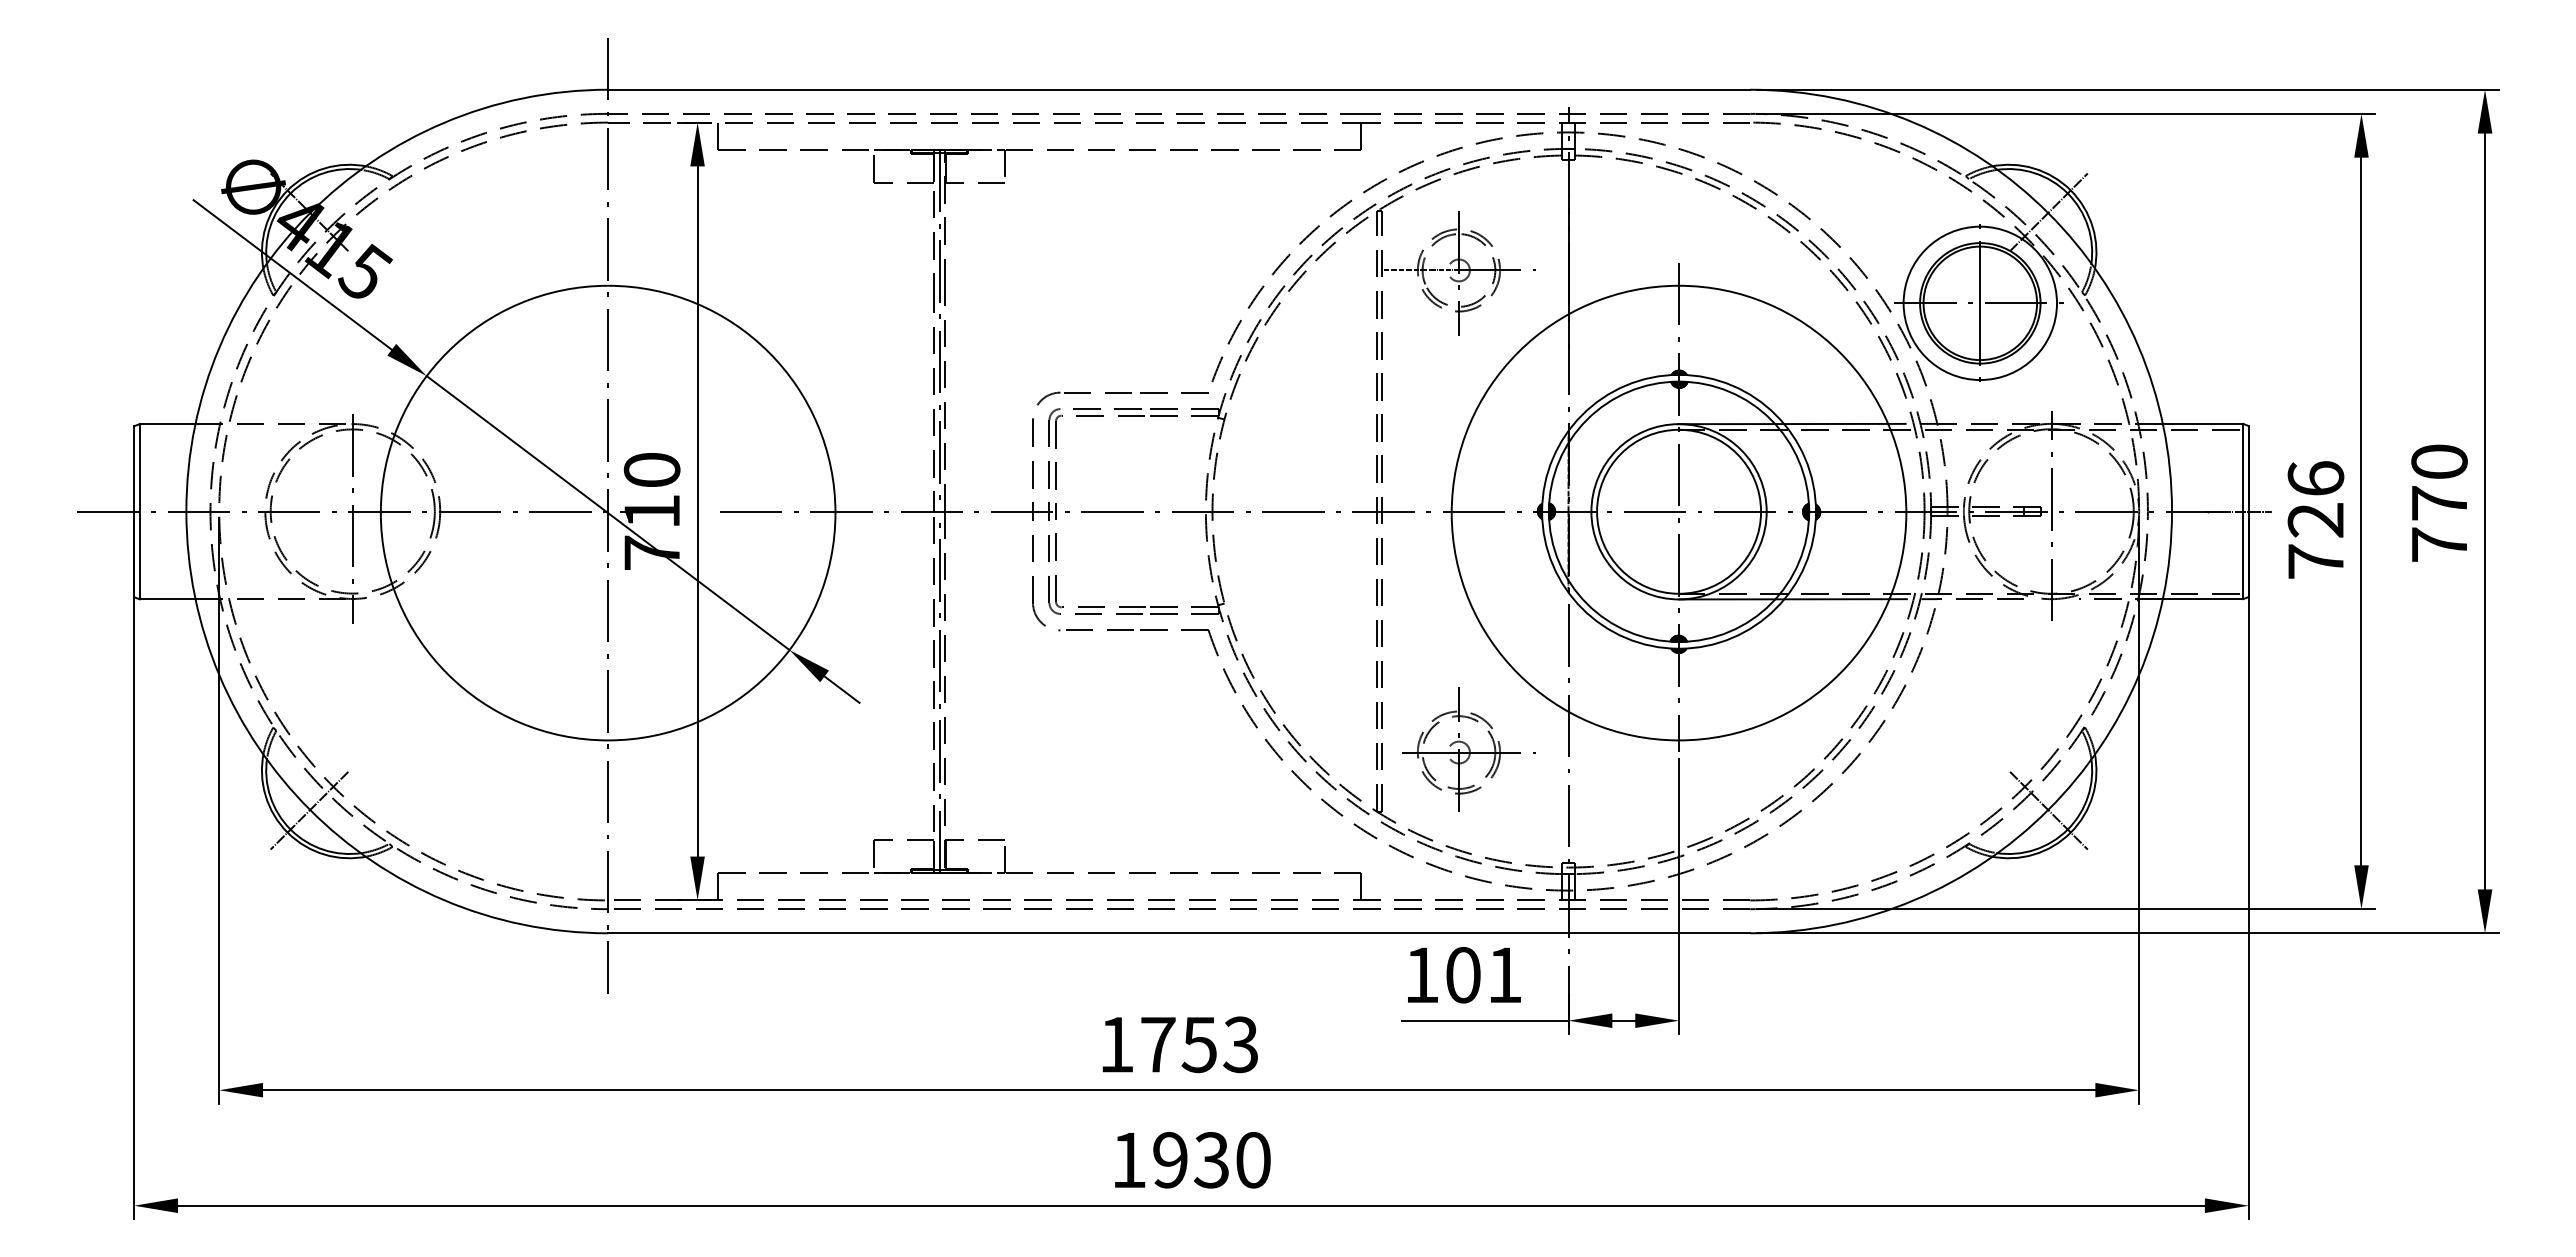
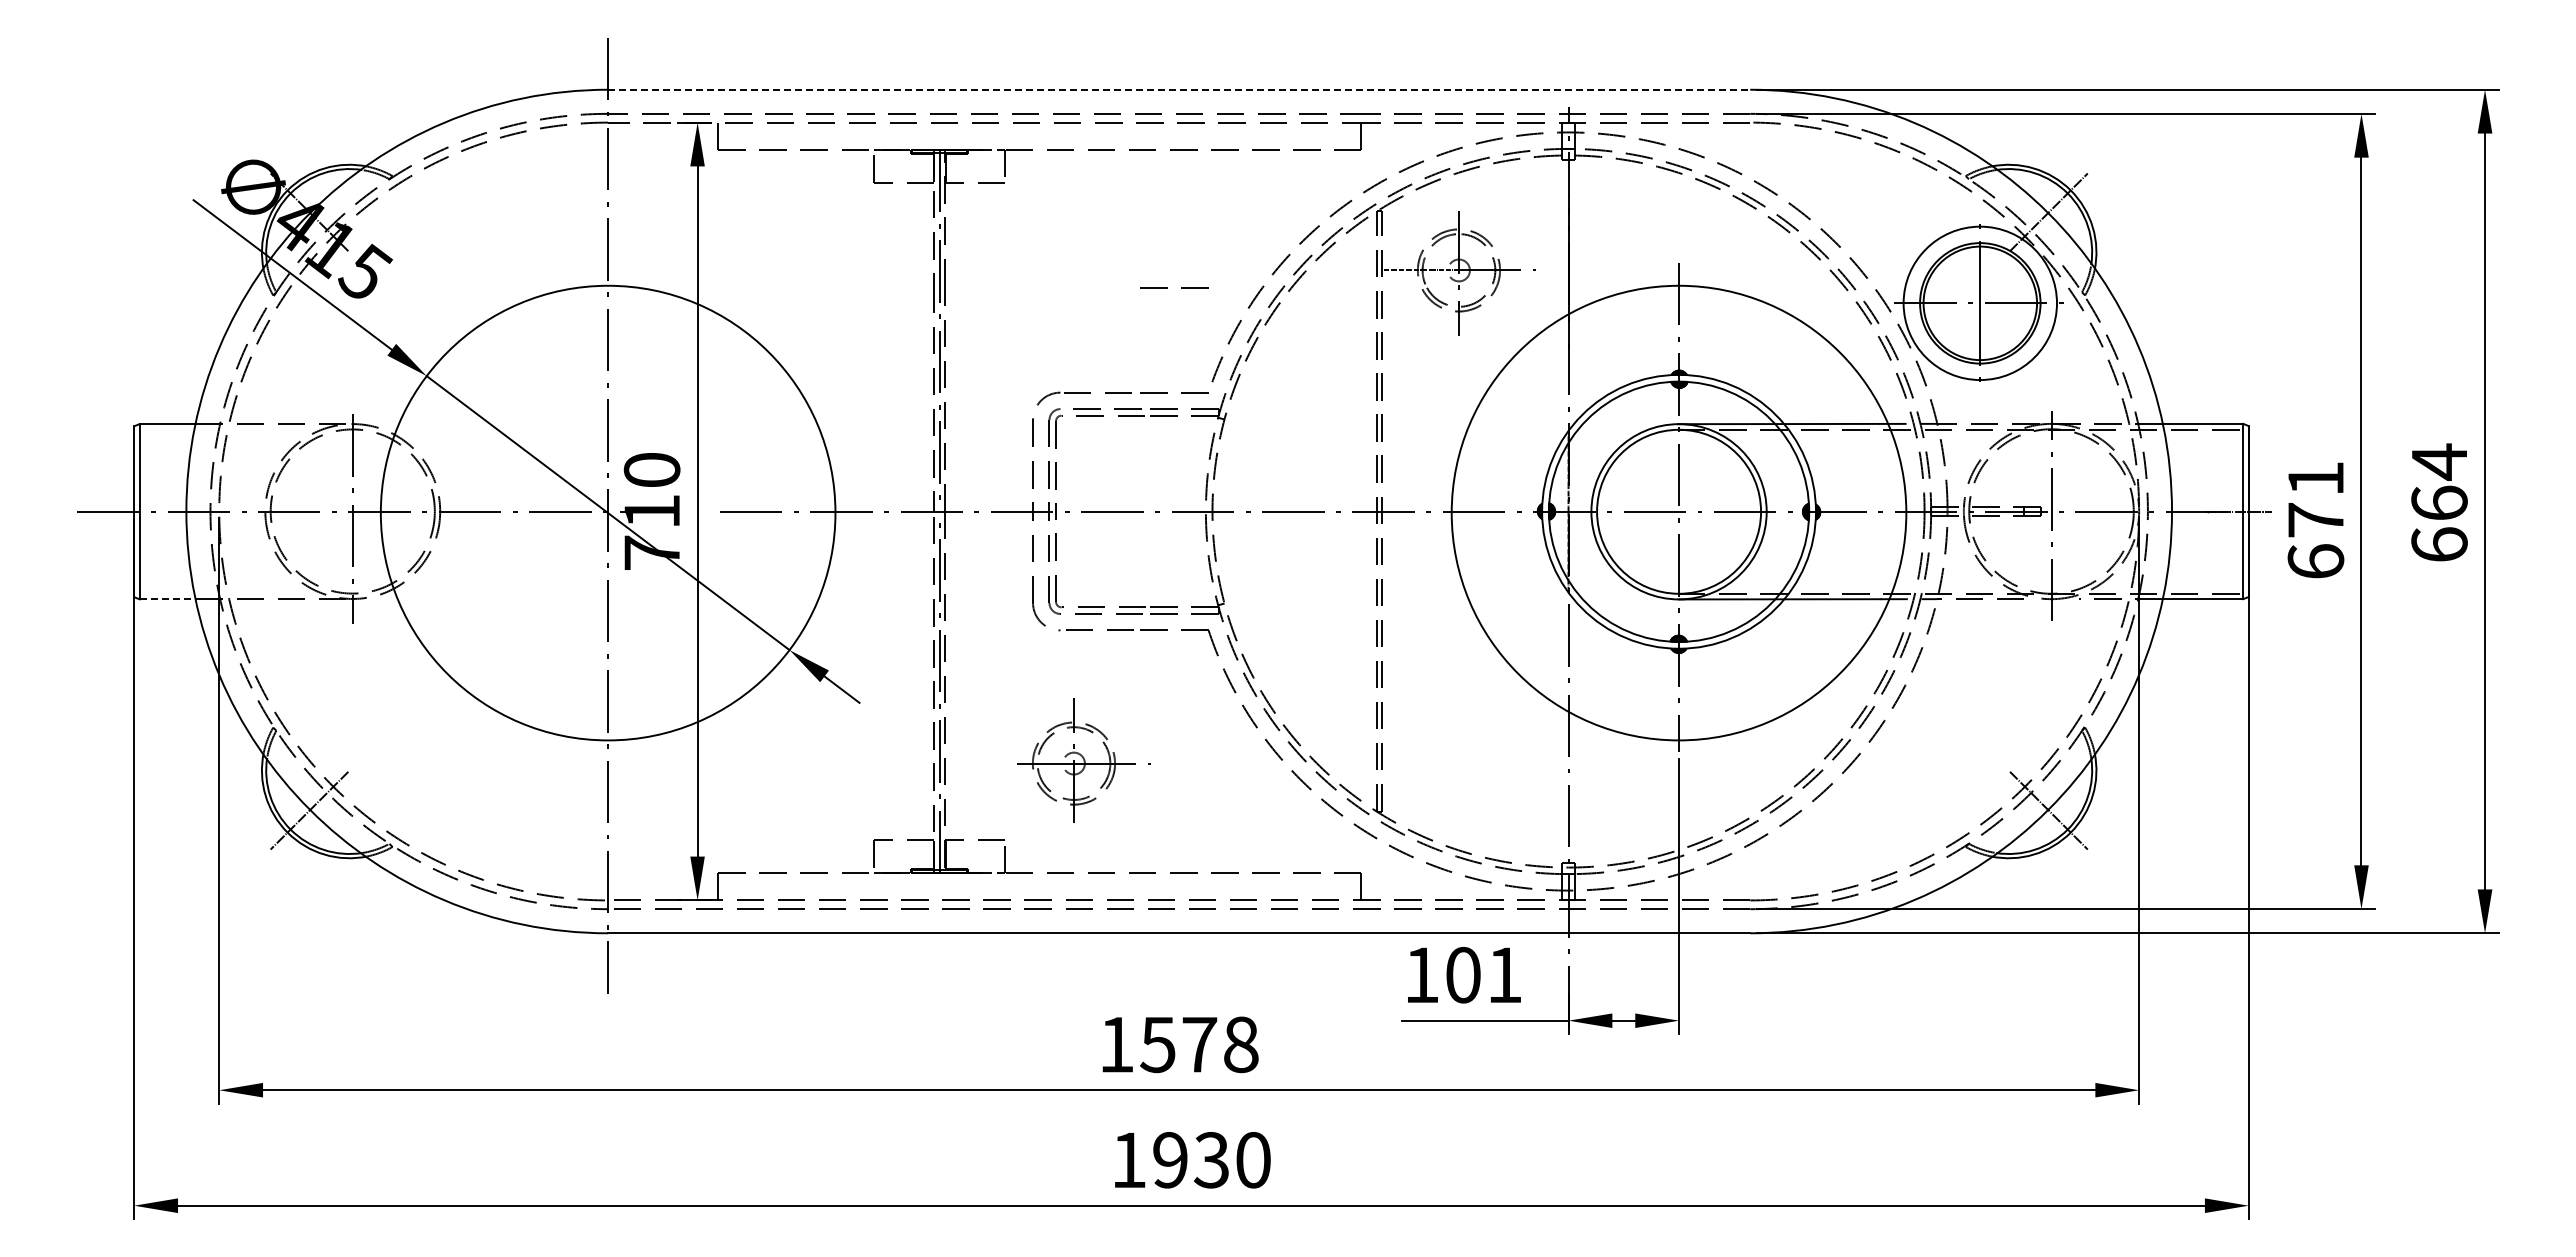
line at (1179, 89): solid -> dashed
line at (1167, 287): none -> present
text at (2439, 502): 770 -> 664
text at (2315, 519): 726 -> 671
line at (167, 599): solid -> dashed
part at (1468, 749) position: (1468, 749) -> (1083, 760)
text at (1199, 1044): 1753 -> 1578
